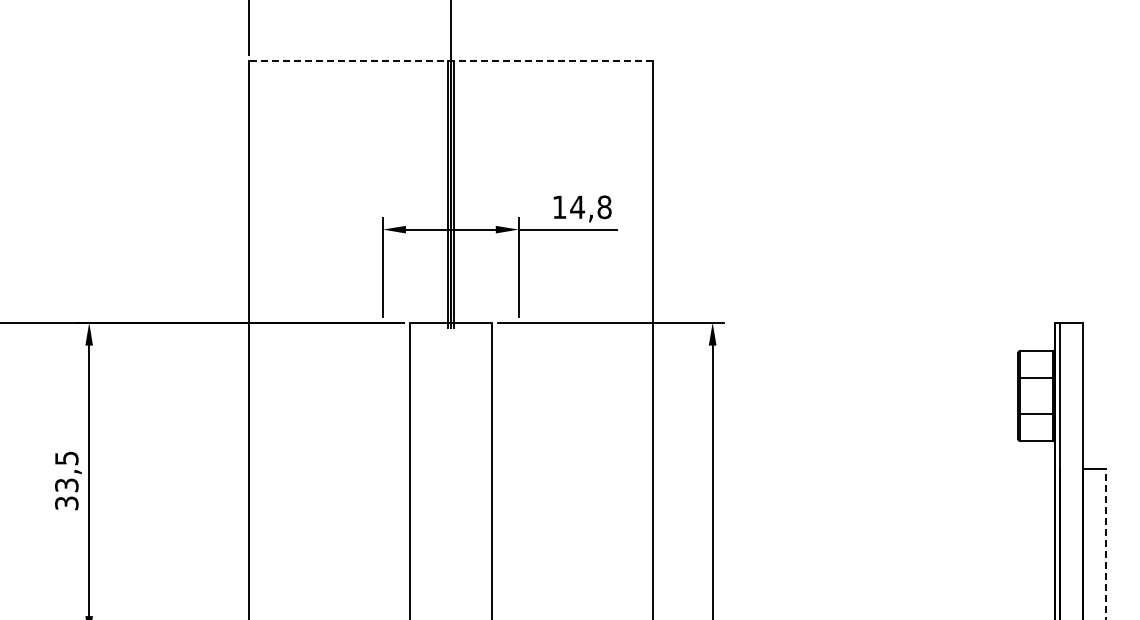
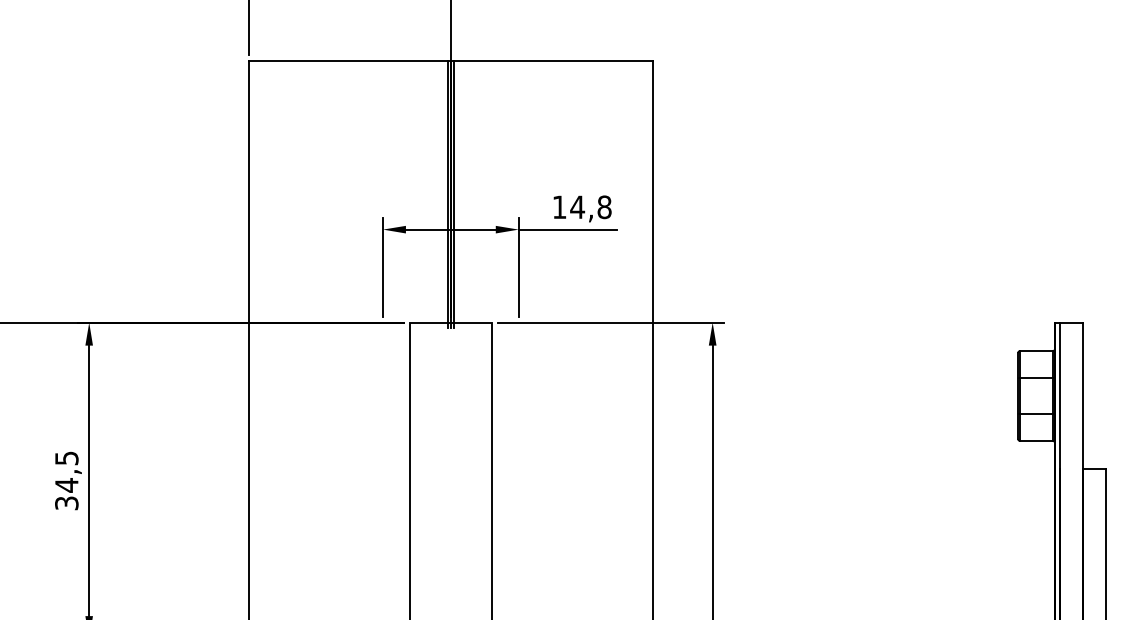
line at (450, 61): dashed -> solid
text at (66, 485): 33,5 -> 34,5
line at (1105, 544): dashed -> solid
